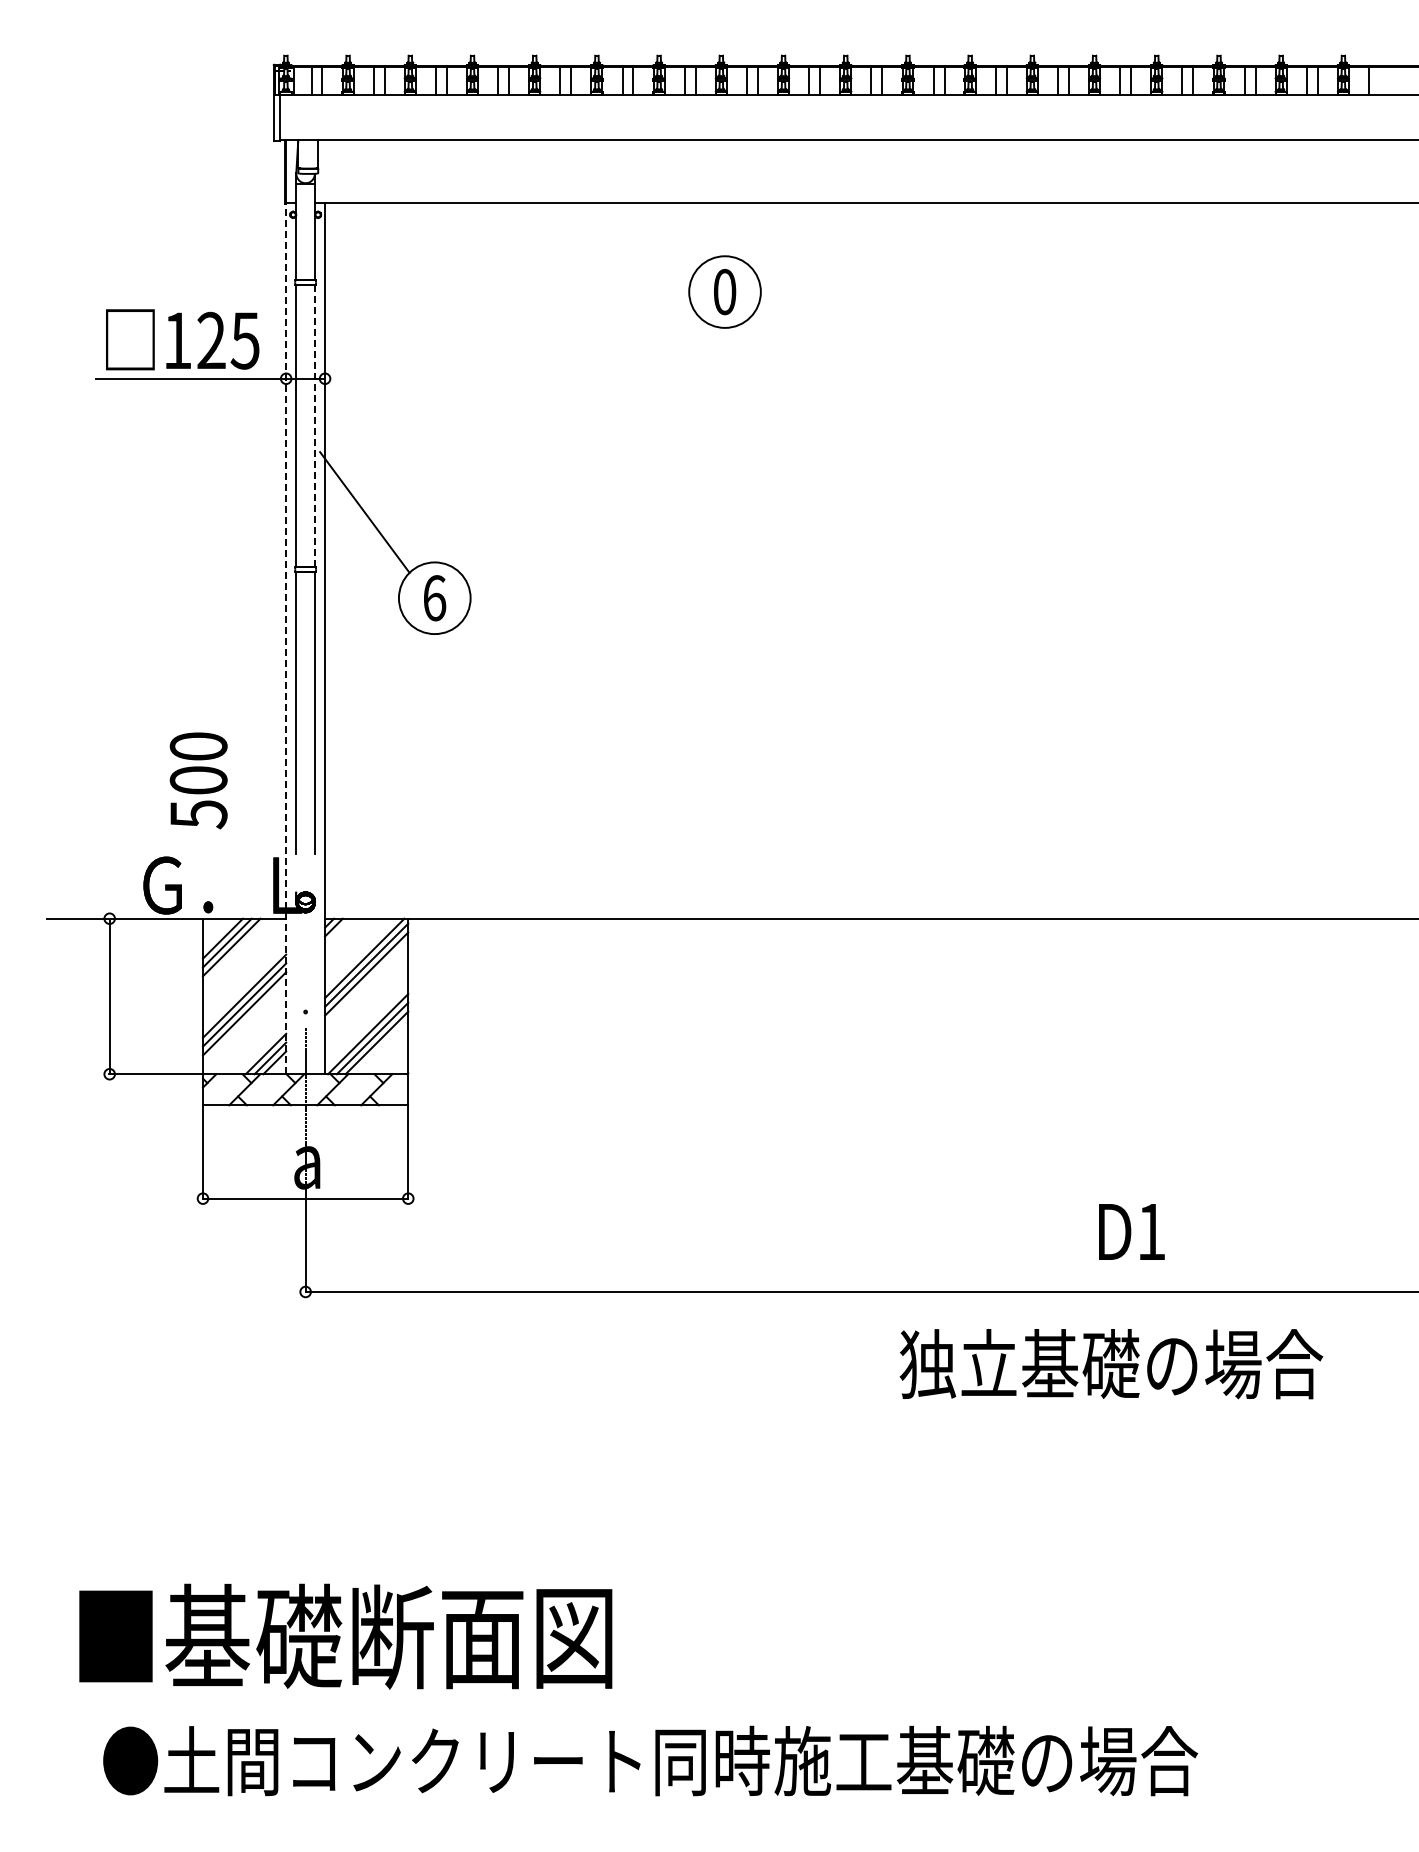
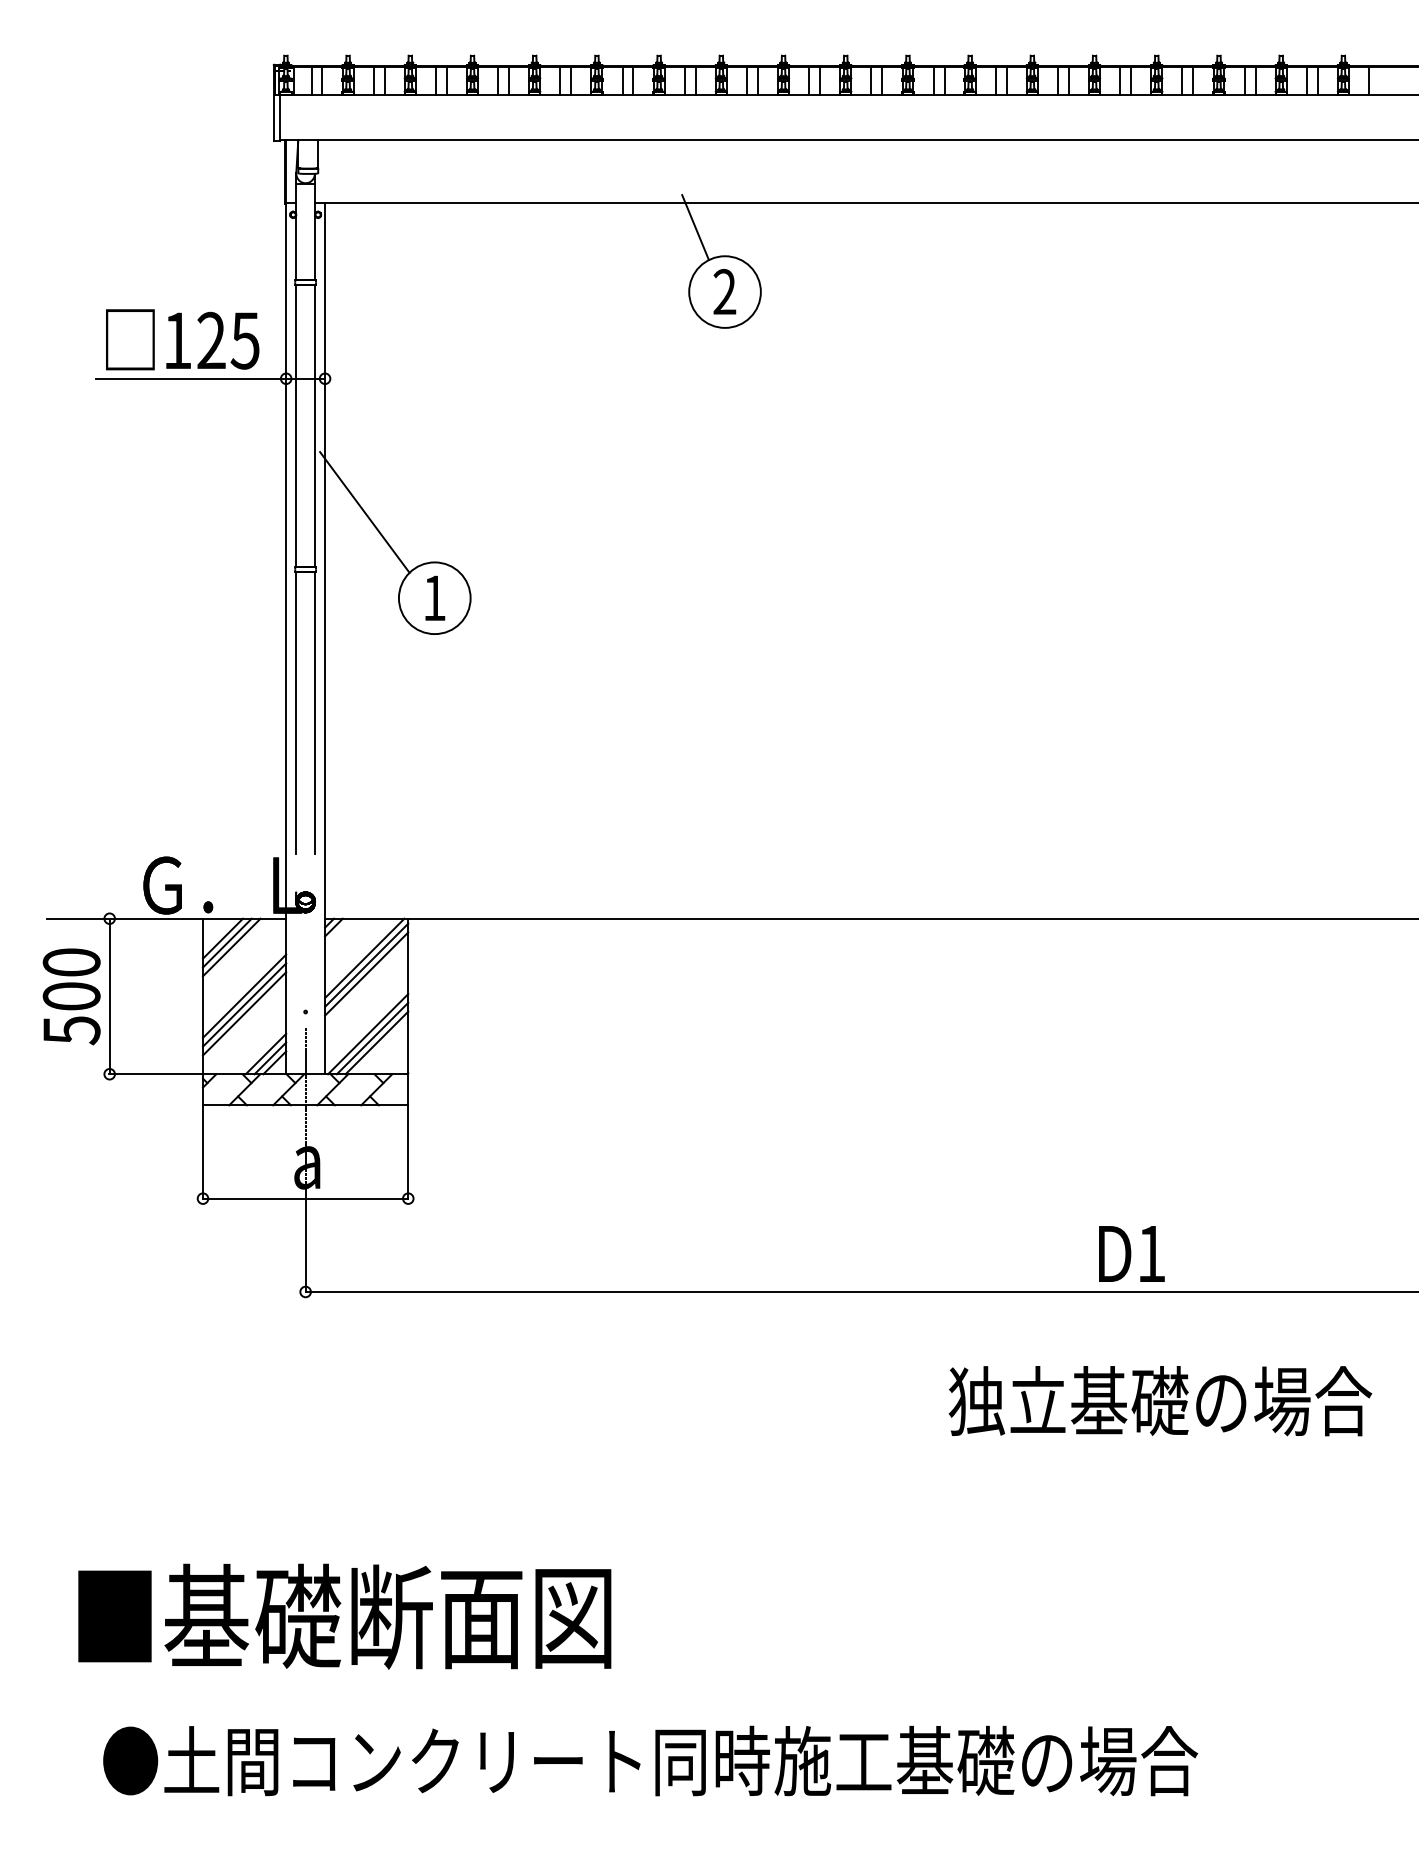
line at (695, 227): none -> present
text at (724, 292): 0 -> 2
line at (314, 426): dashed -> solid
text at (435, 598): 6 -> 1
line at (286, 638): dashed -> solid
text at (198, 780) position: (198, 780) -> (71, 996)
text at (1131, 1231) position: (1131, 1231) -> (1131, 1253)
text at (1111, 1364) position: (1111, 1364) -> (1160, 1401)
text at (345, 1636) position: (345, 1636) -> (344, 1616)
